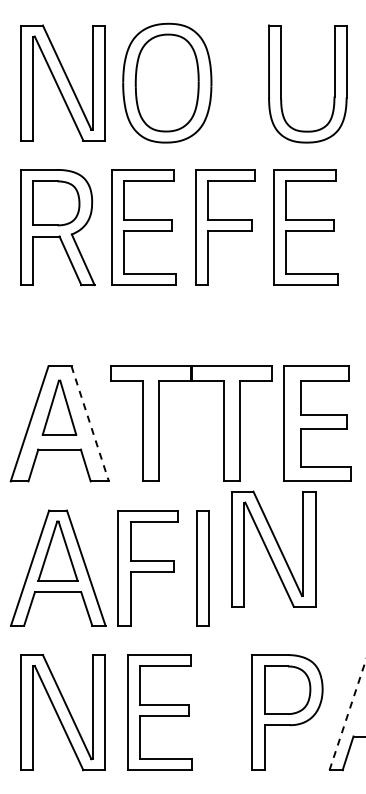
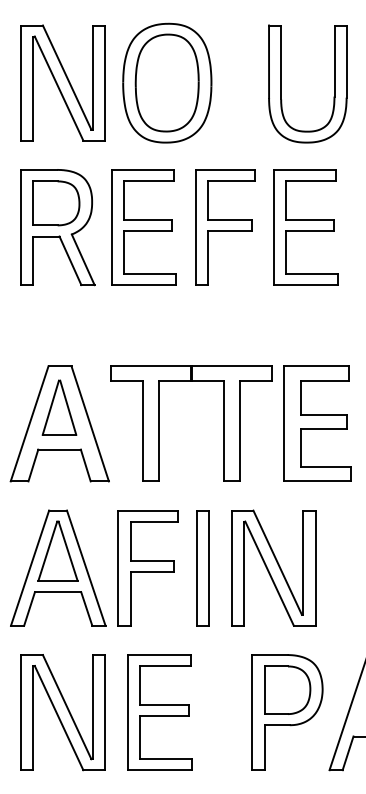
line at (90, 423): dashed -> solid
part at (273, 548) position: (273, 548) -> (273, 567)
line at (347, 715): dashed -> solid
